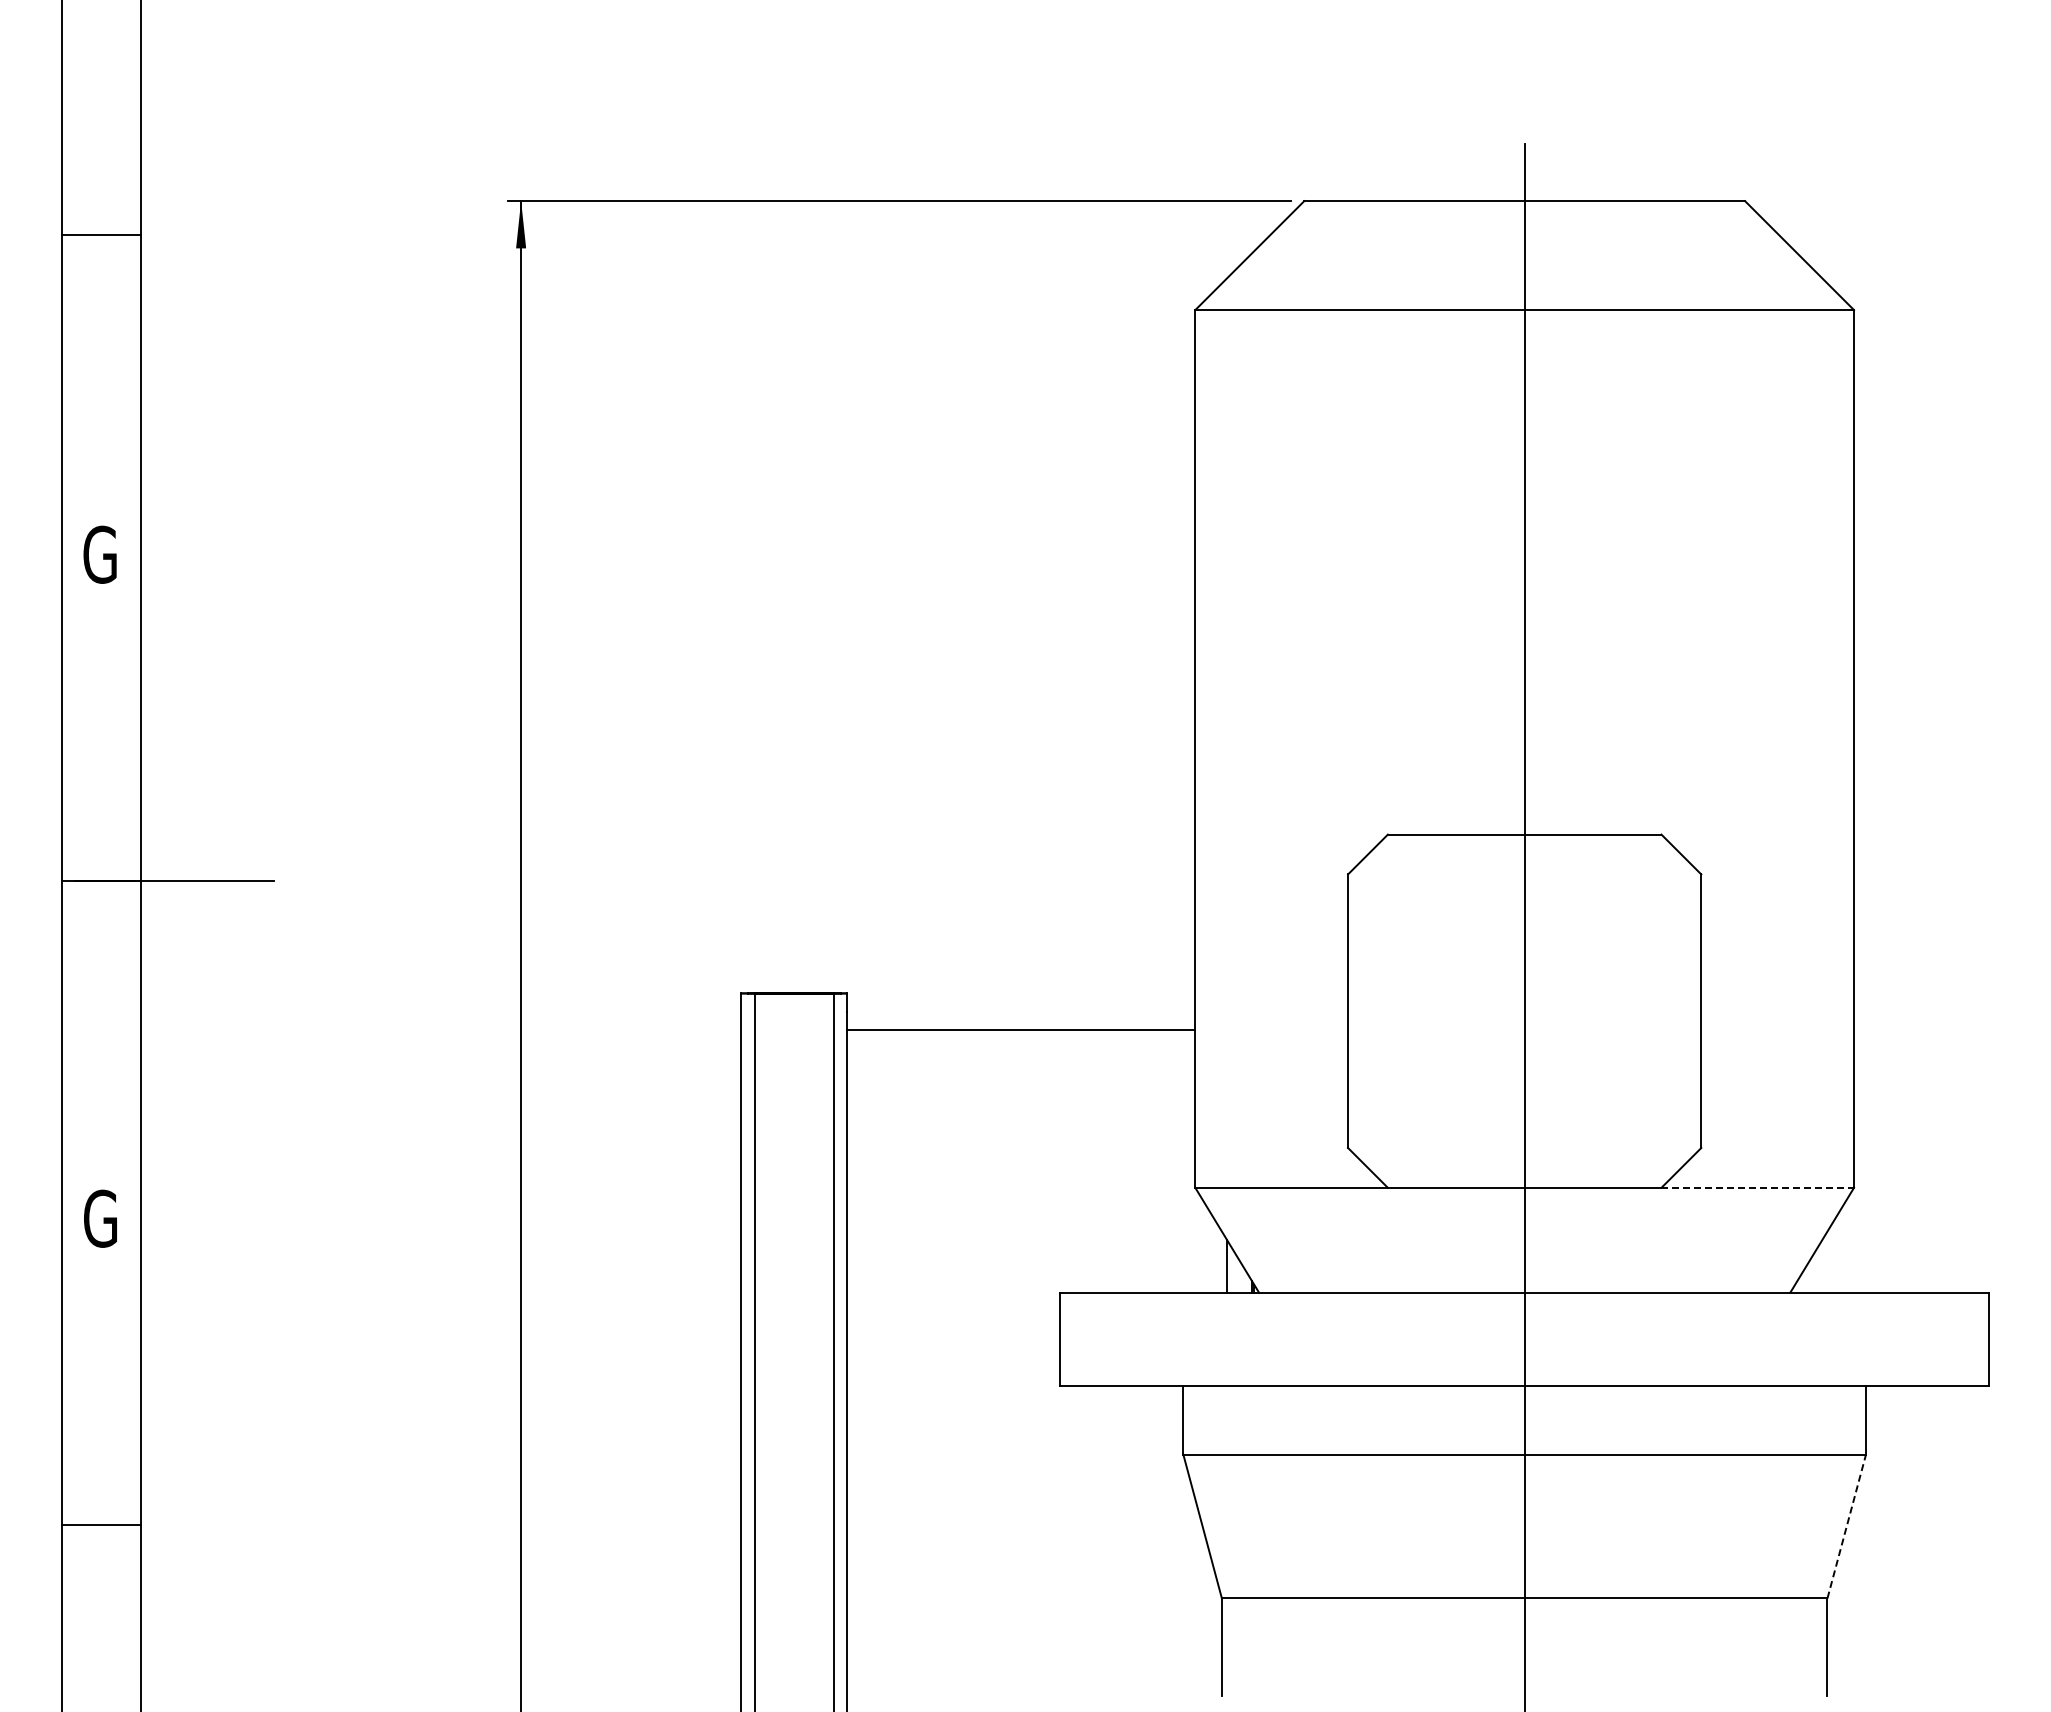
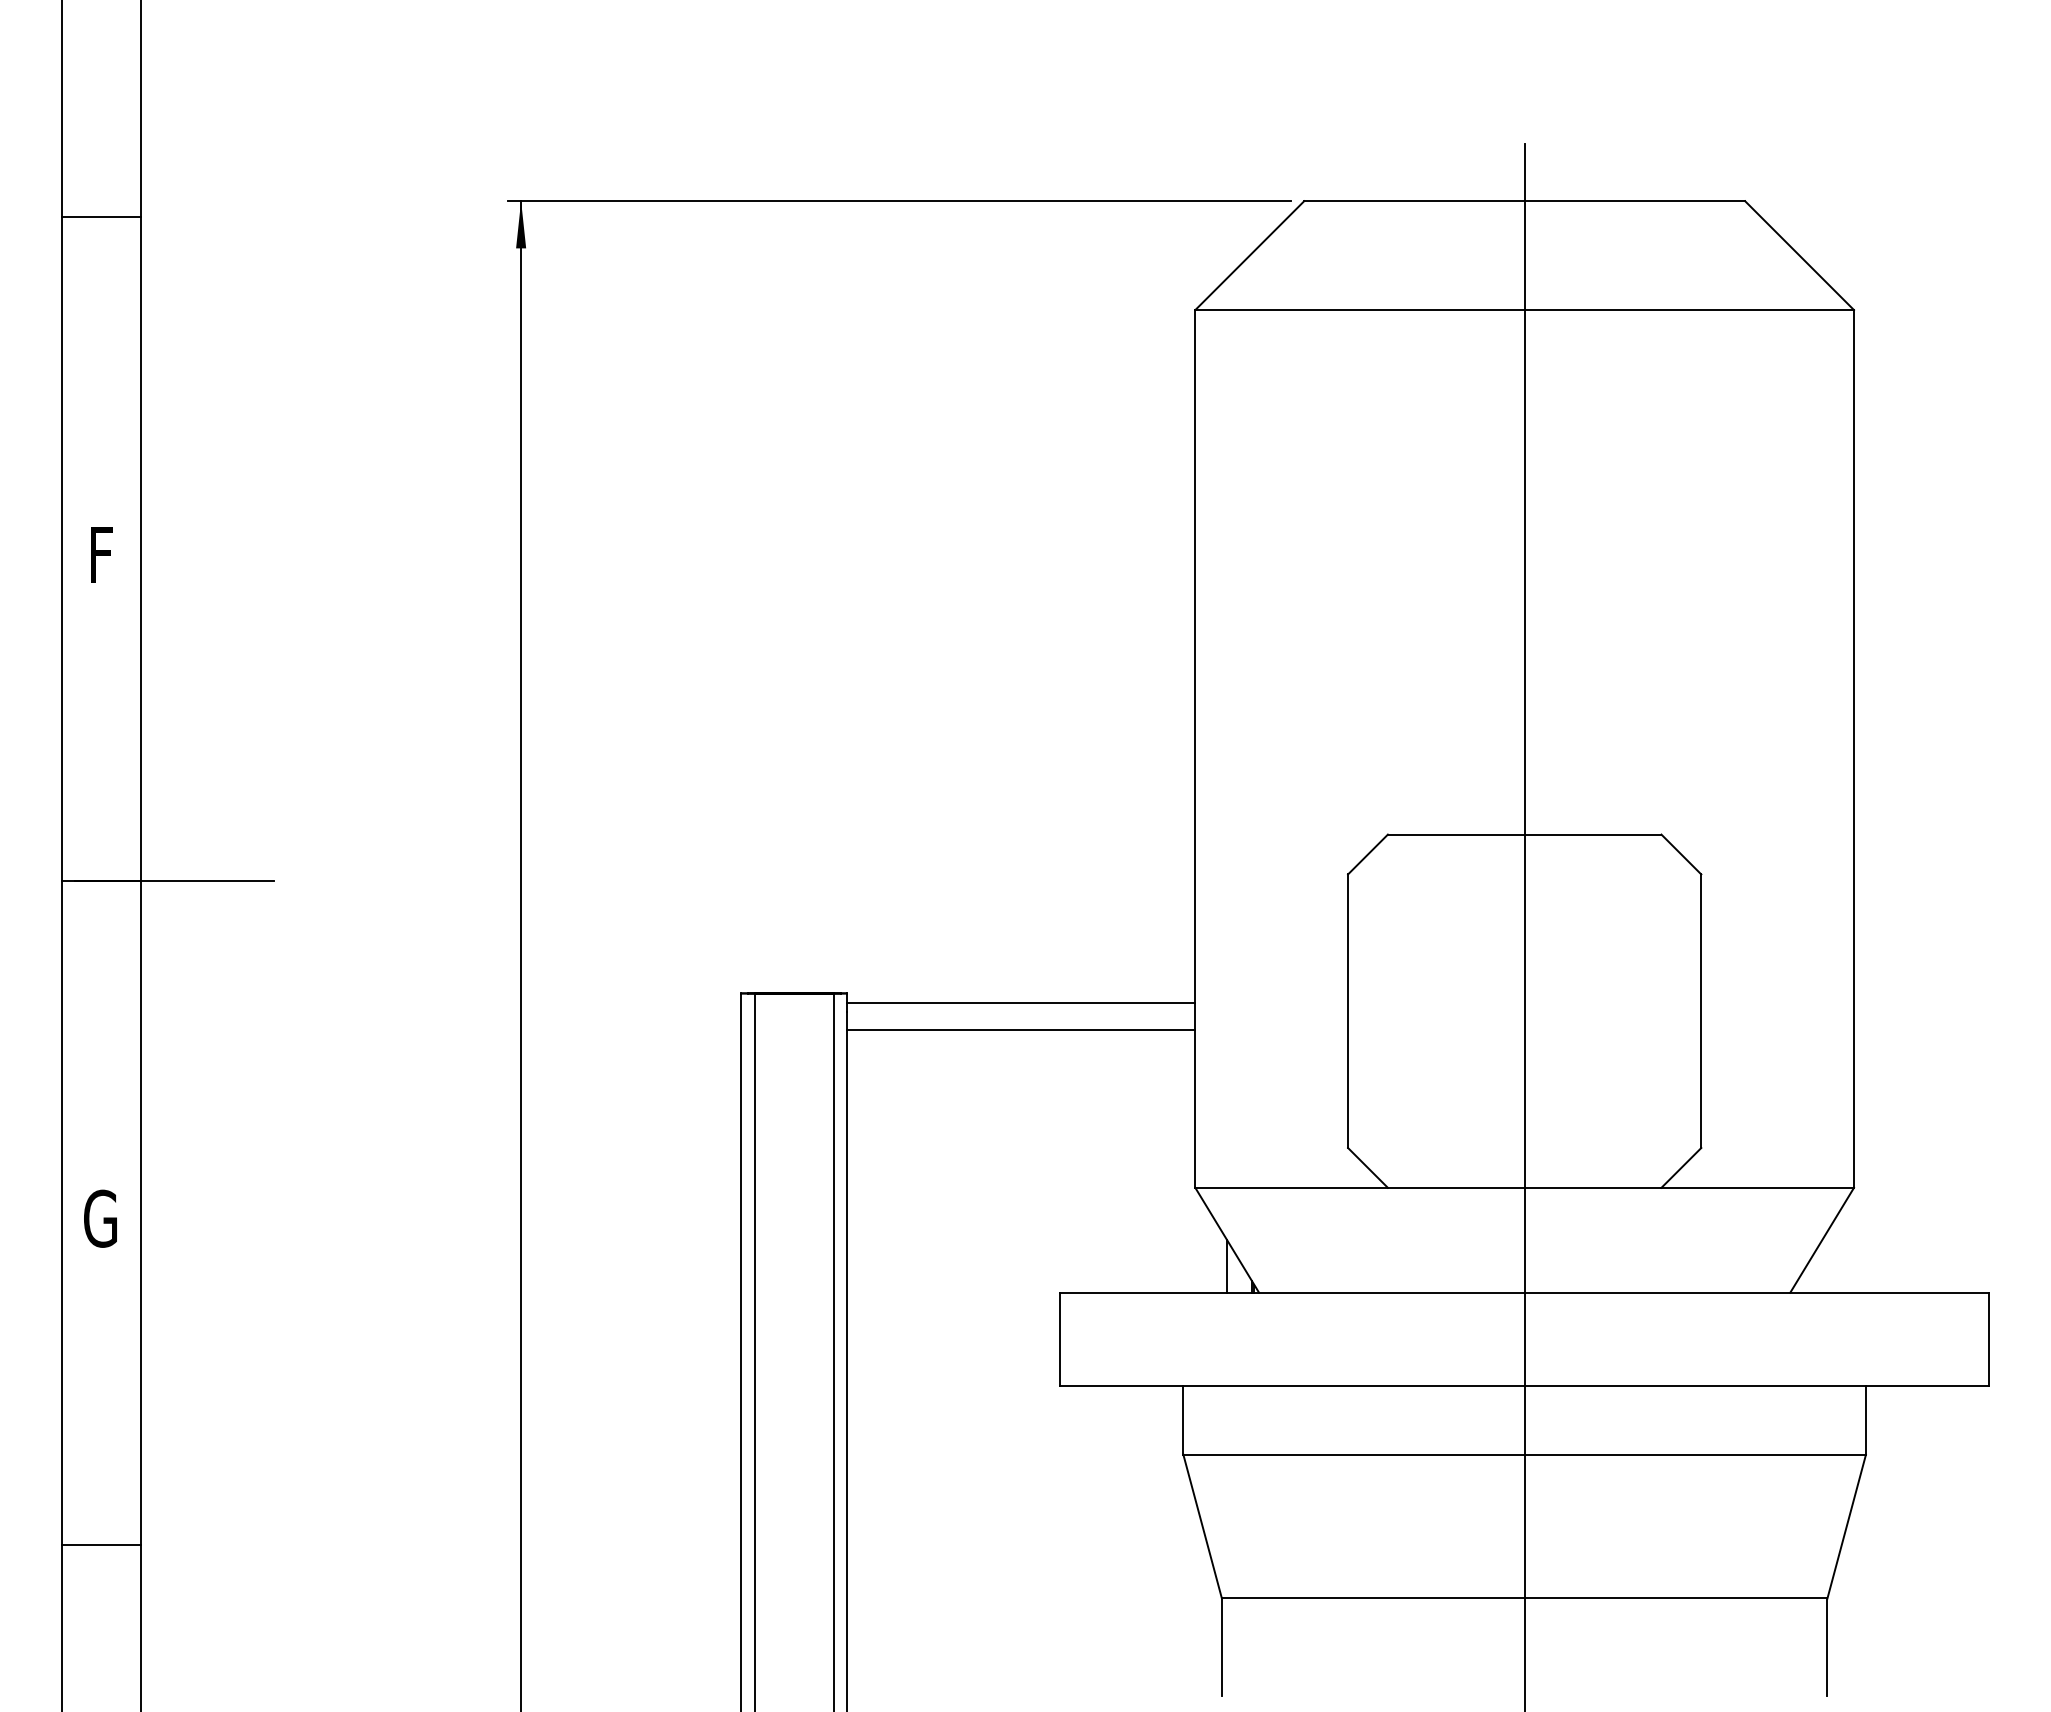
line at (101, 234) position: (101, 234) -> (101, 216)
text at (99, 554): G -> F
line at (1021, 1003): none -> present
line at (1758, 1187): dashed -> solid
line at (101, 1524) position: (101, 1524) -> (101, 1544)
line at (1846, 1526): dashed -> solid
